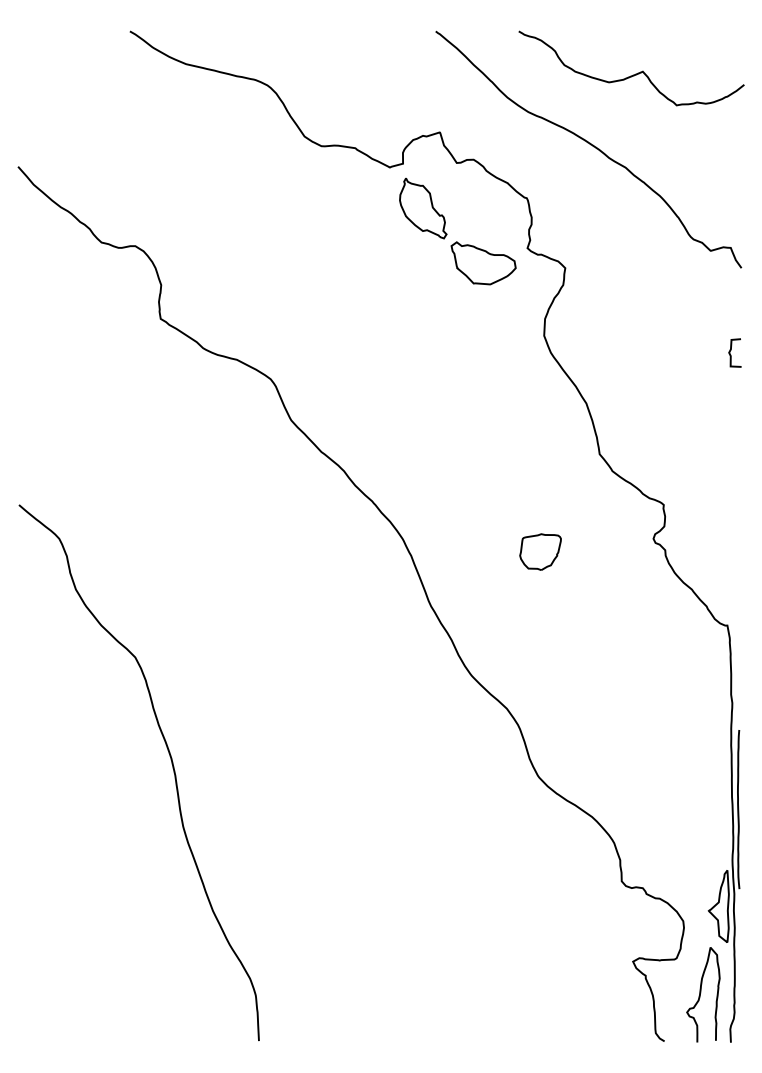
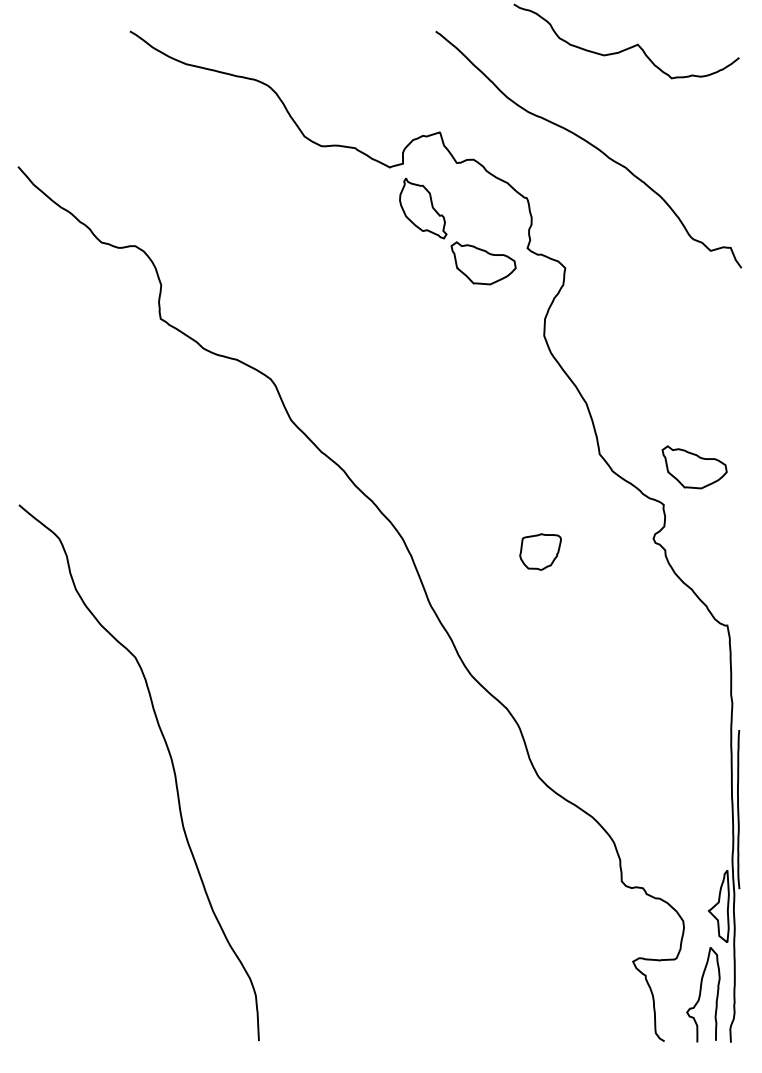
curve at (633, 74) position: (633, 74) -> (628, 47)
curve at (731, 350): present -> none
part at (694, 467): none -> present
